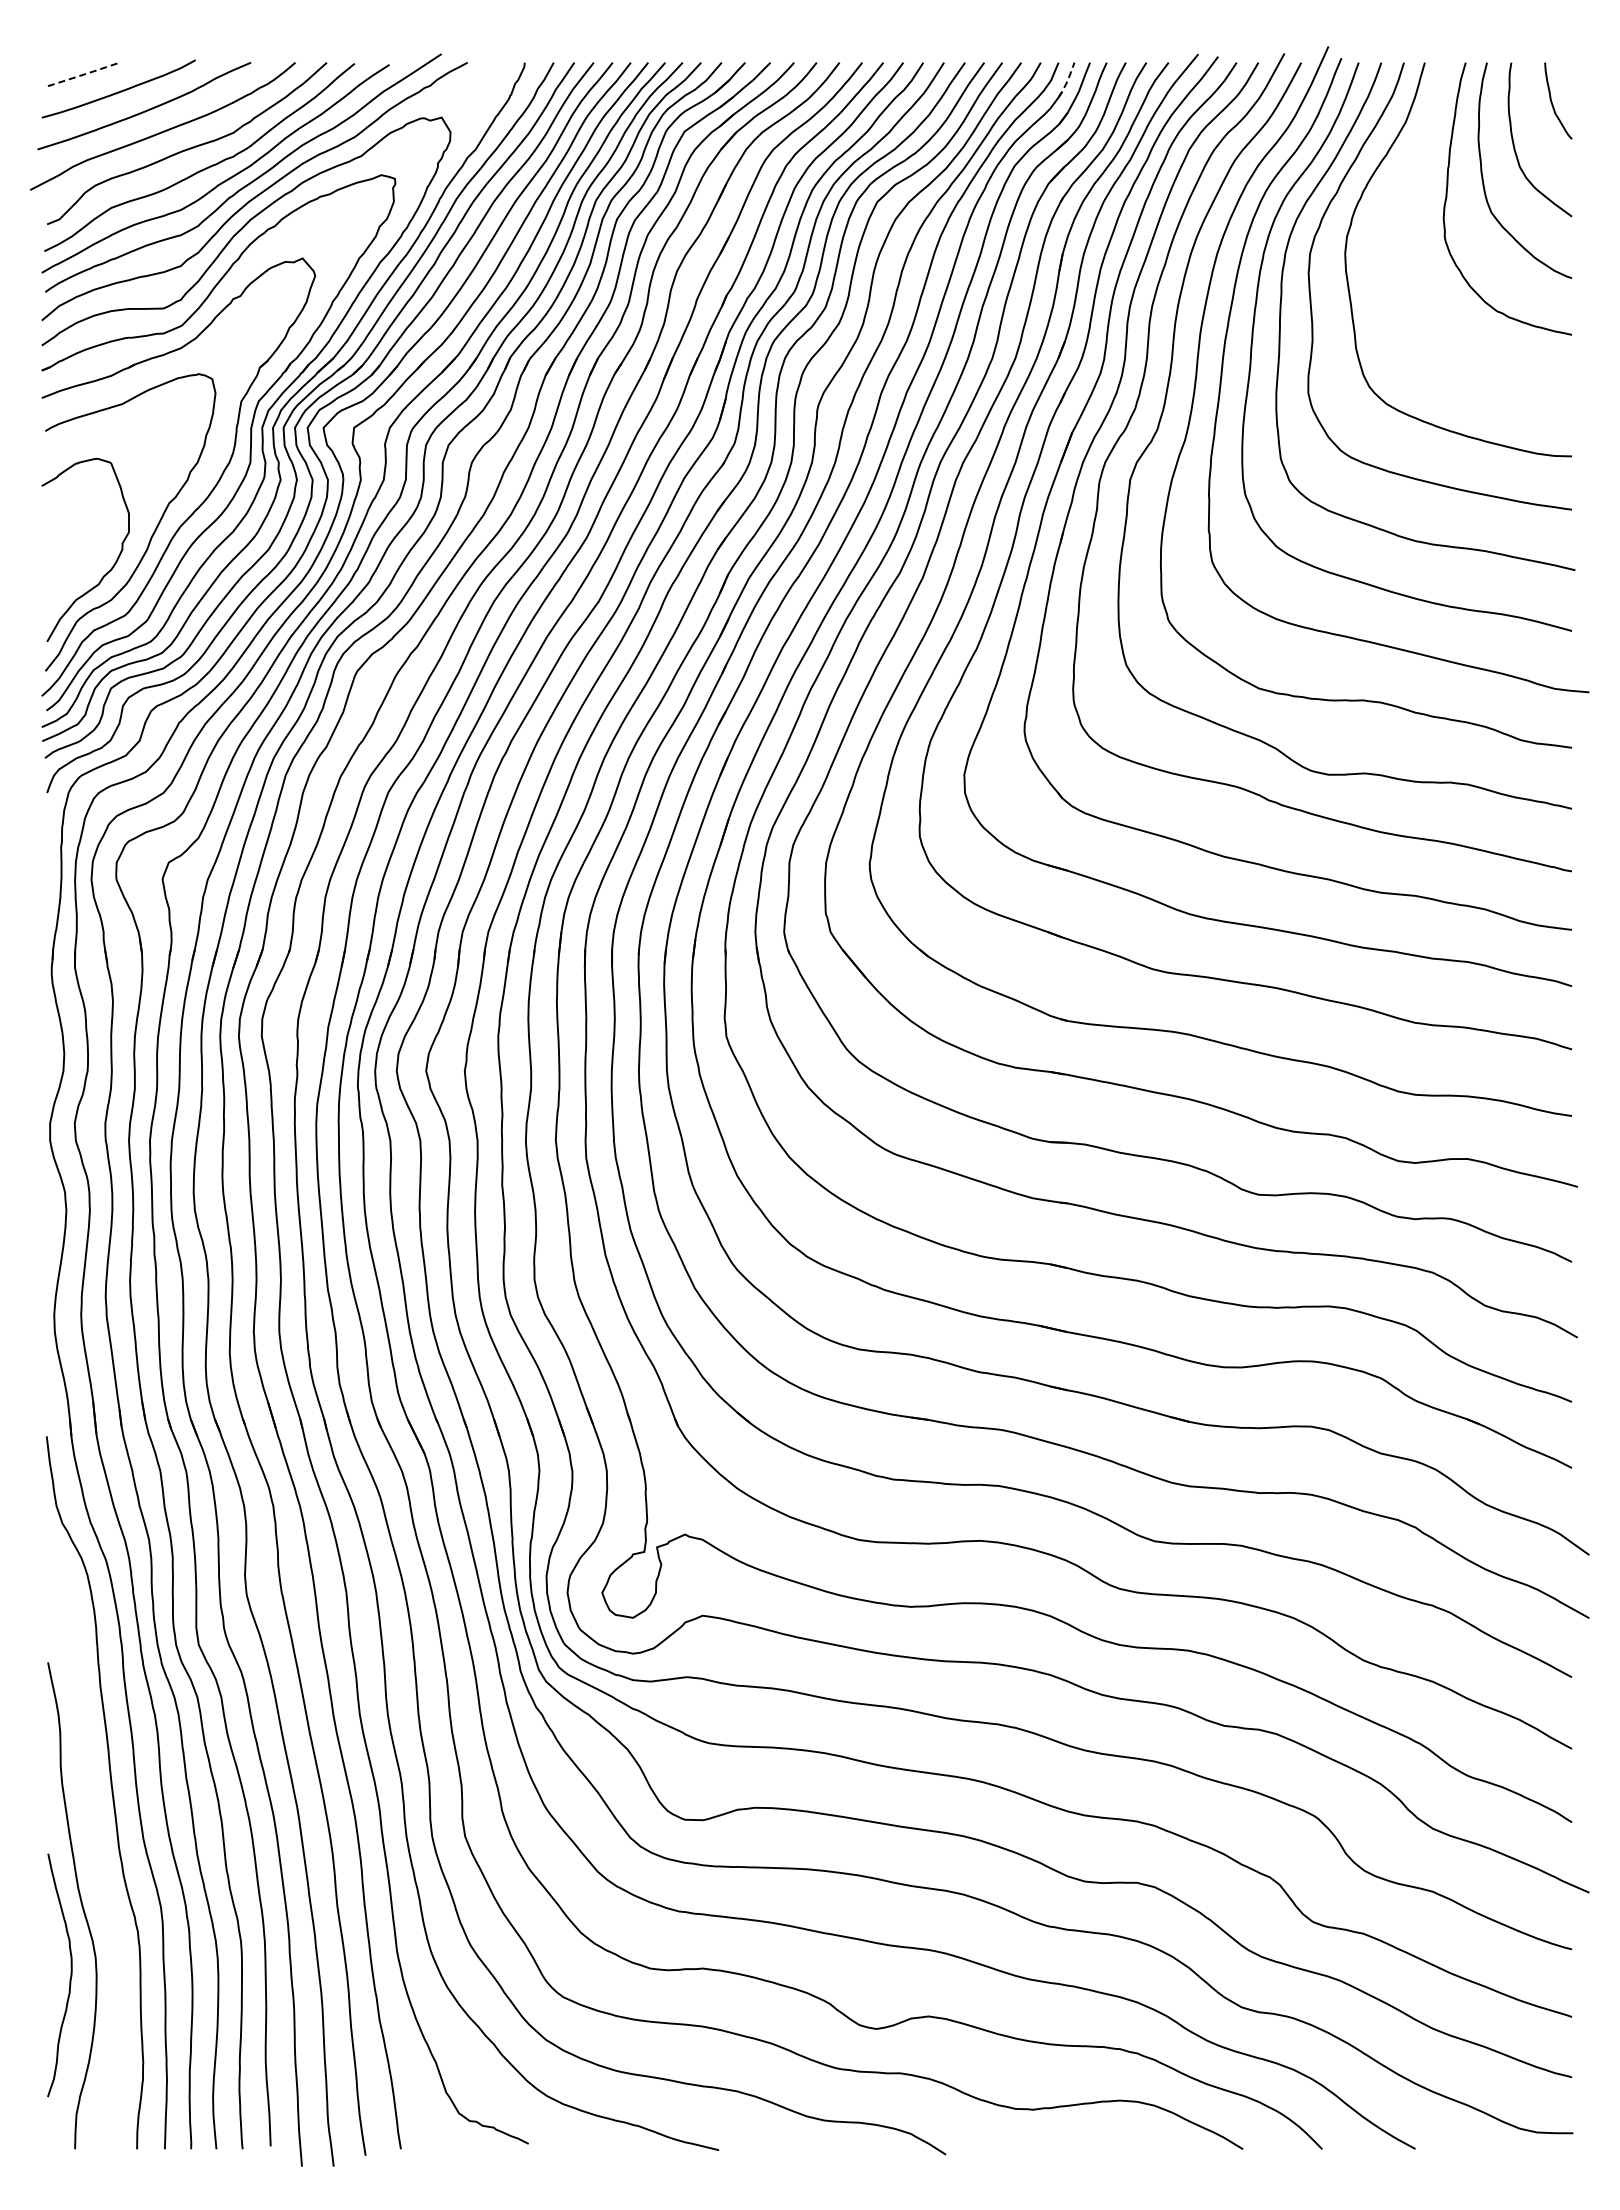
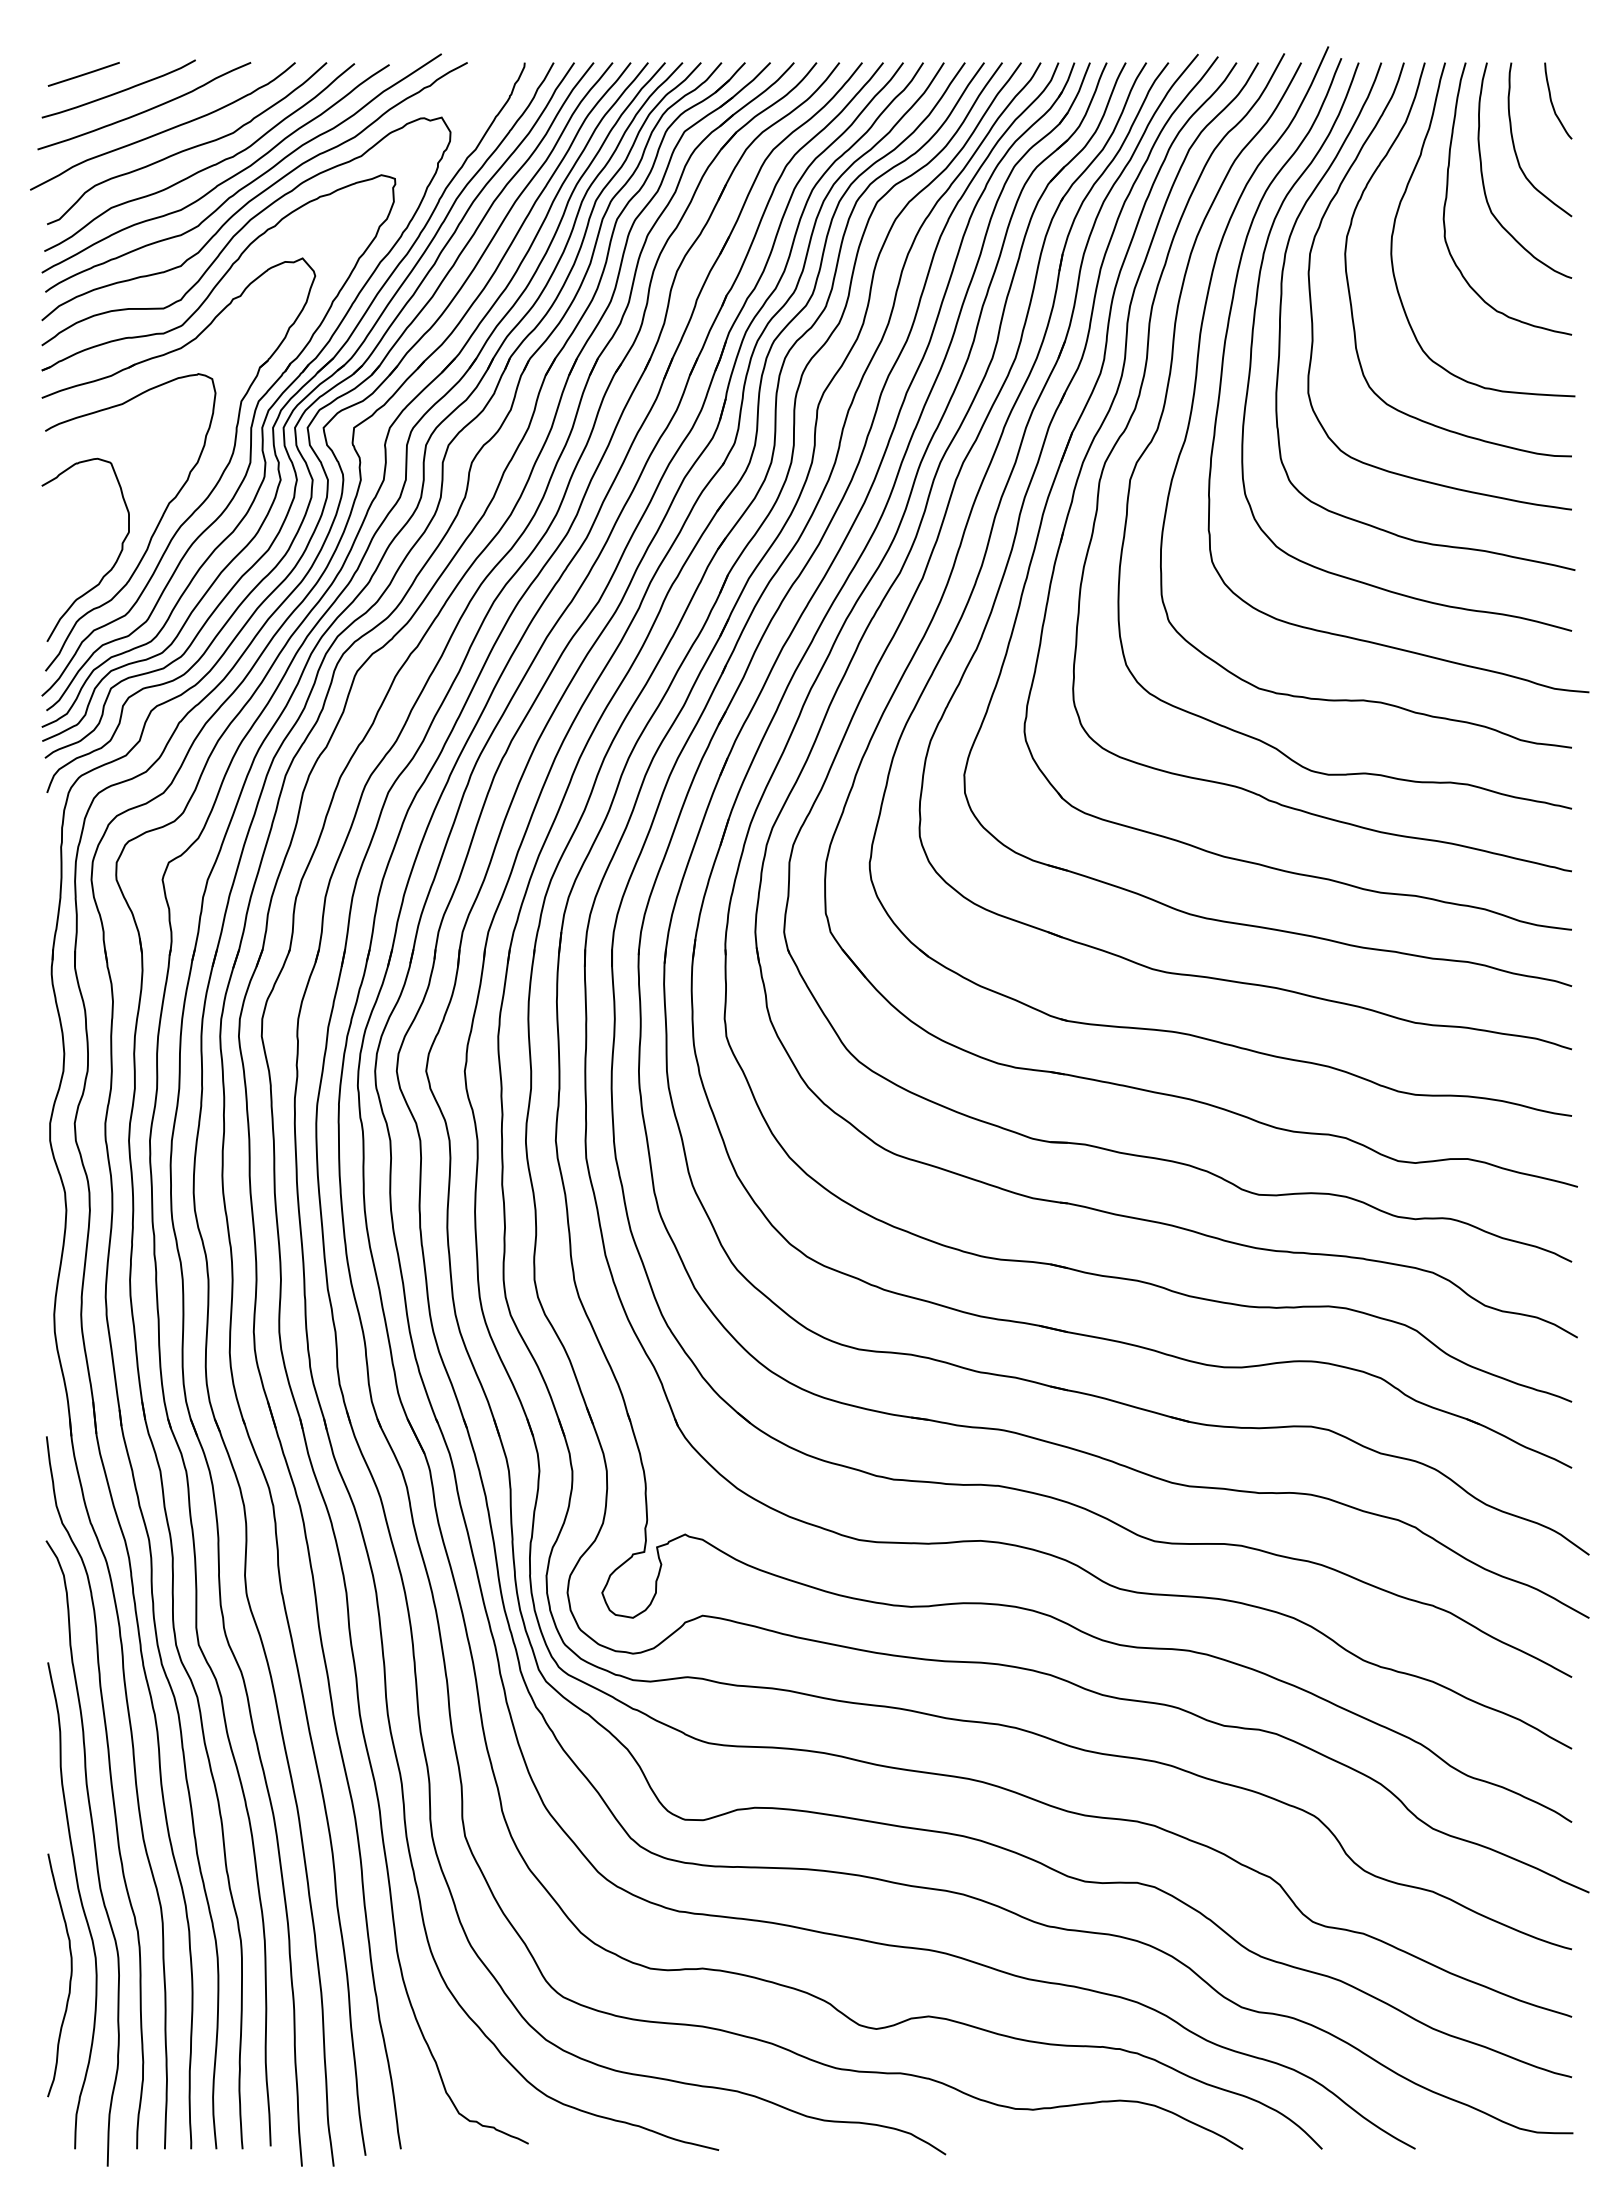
line at (83, 74): dashed -> solid
line at (1068, 80): dashed -> solid
curve at (1404, 196): none -> present
curve at (94, 1852): none -> present
